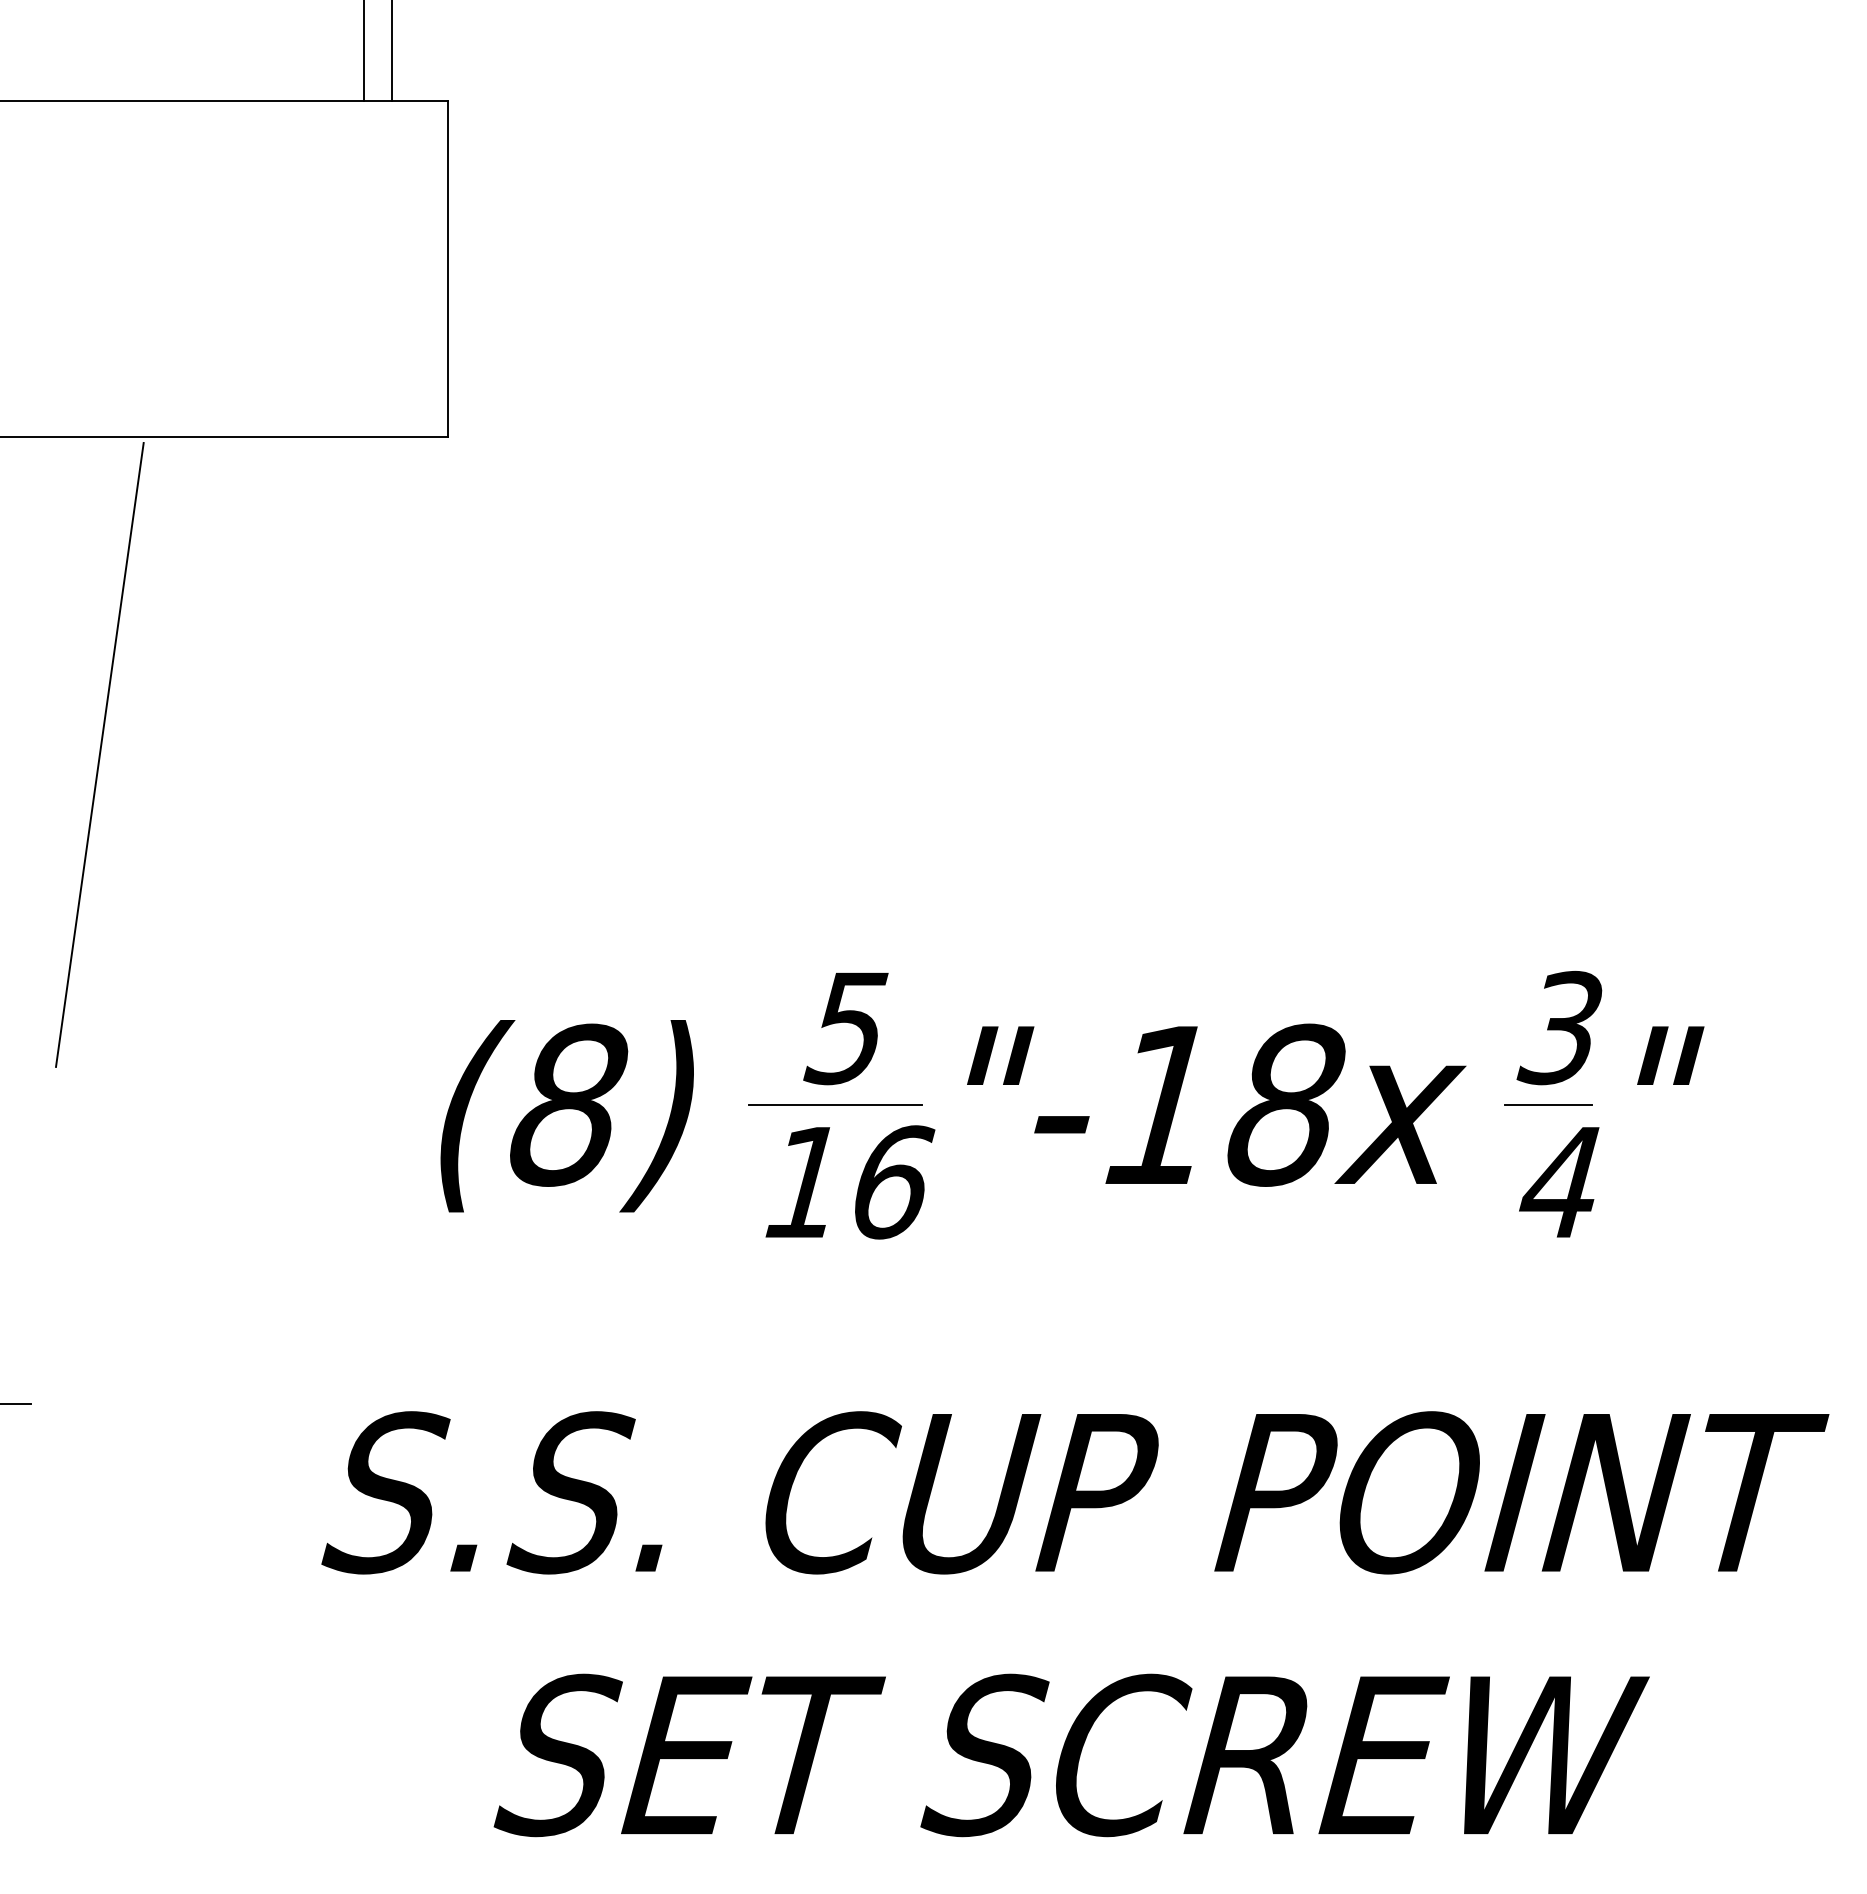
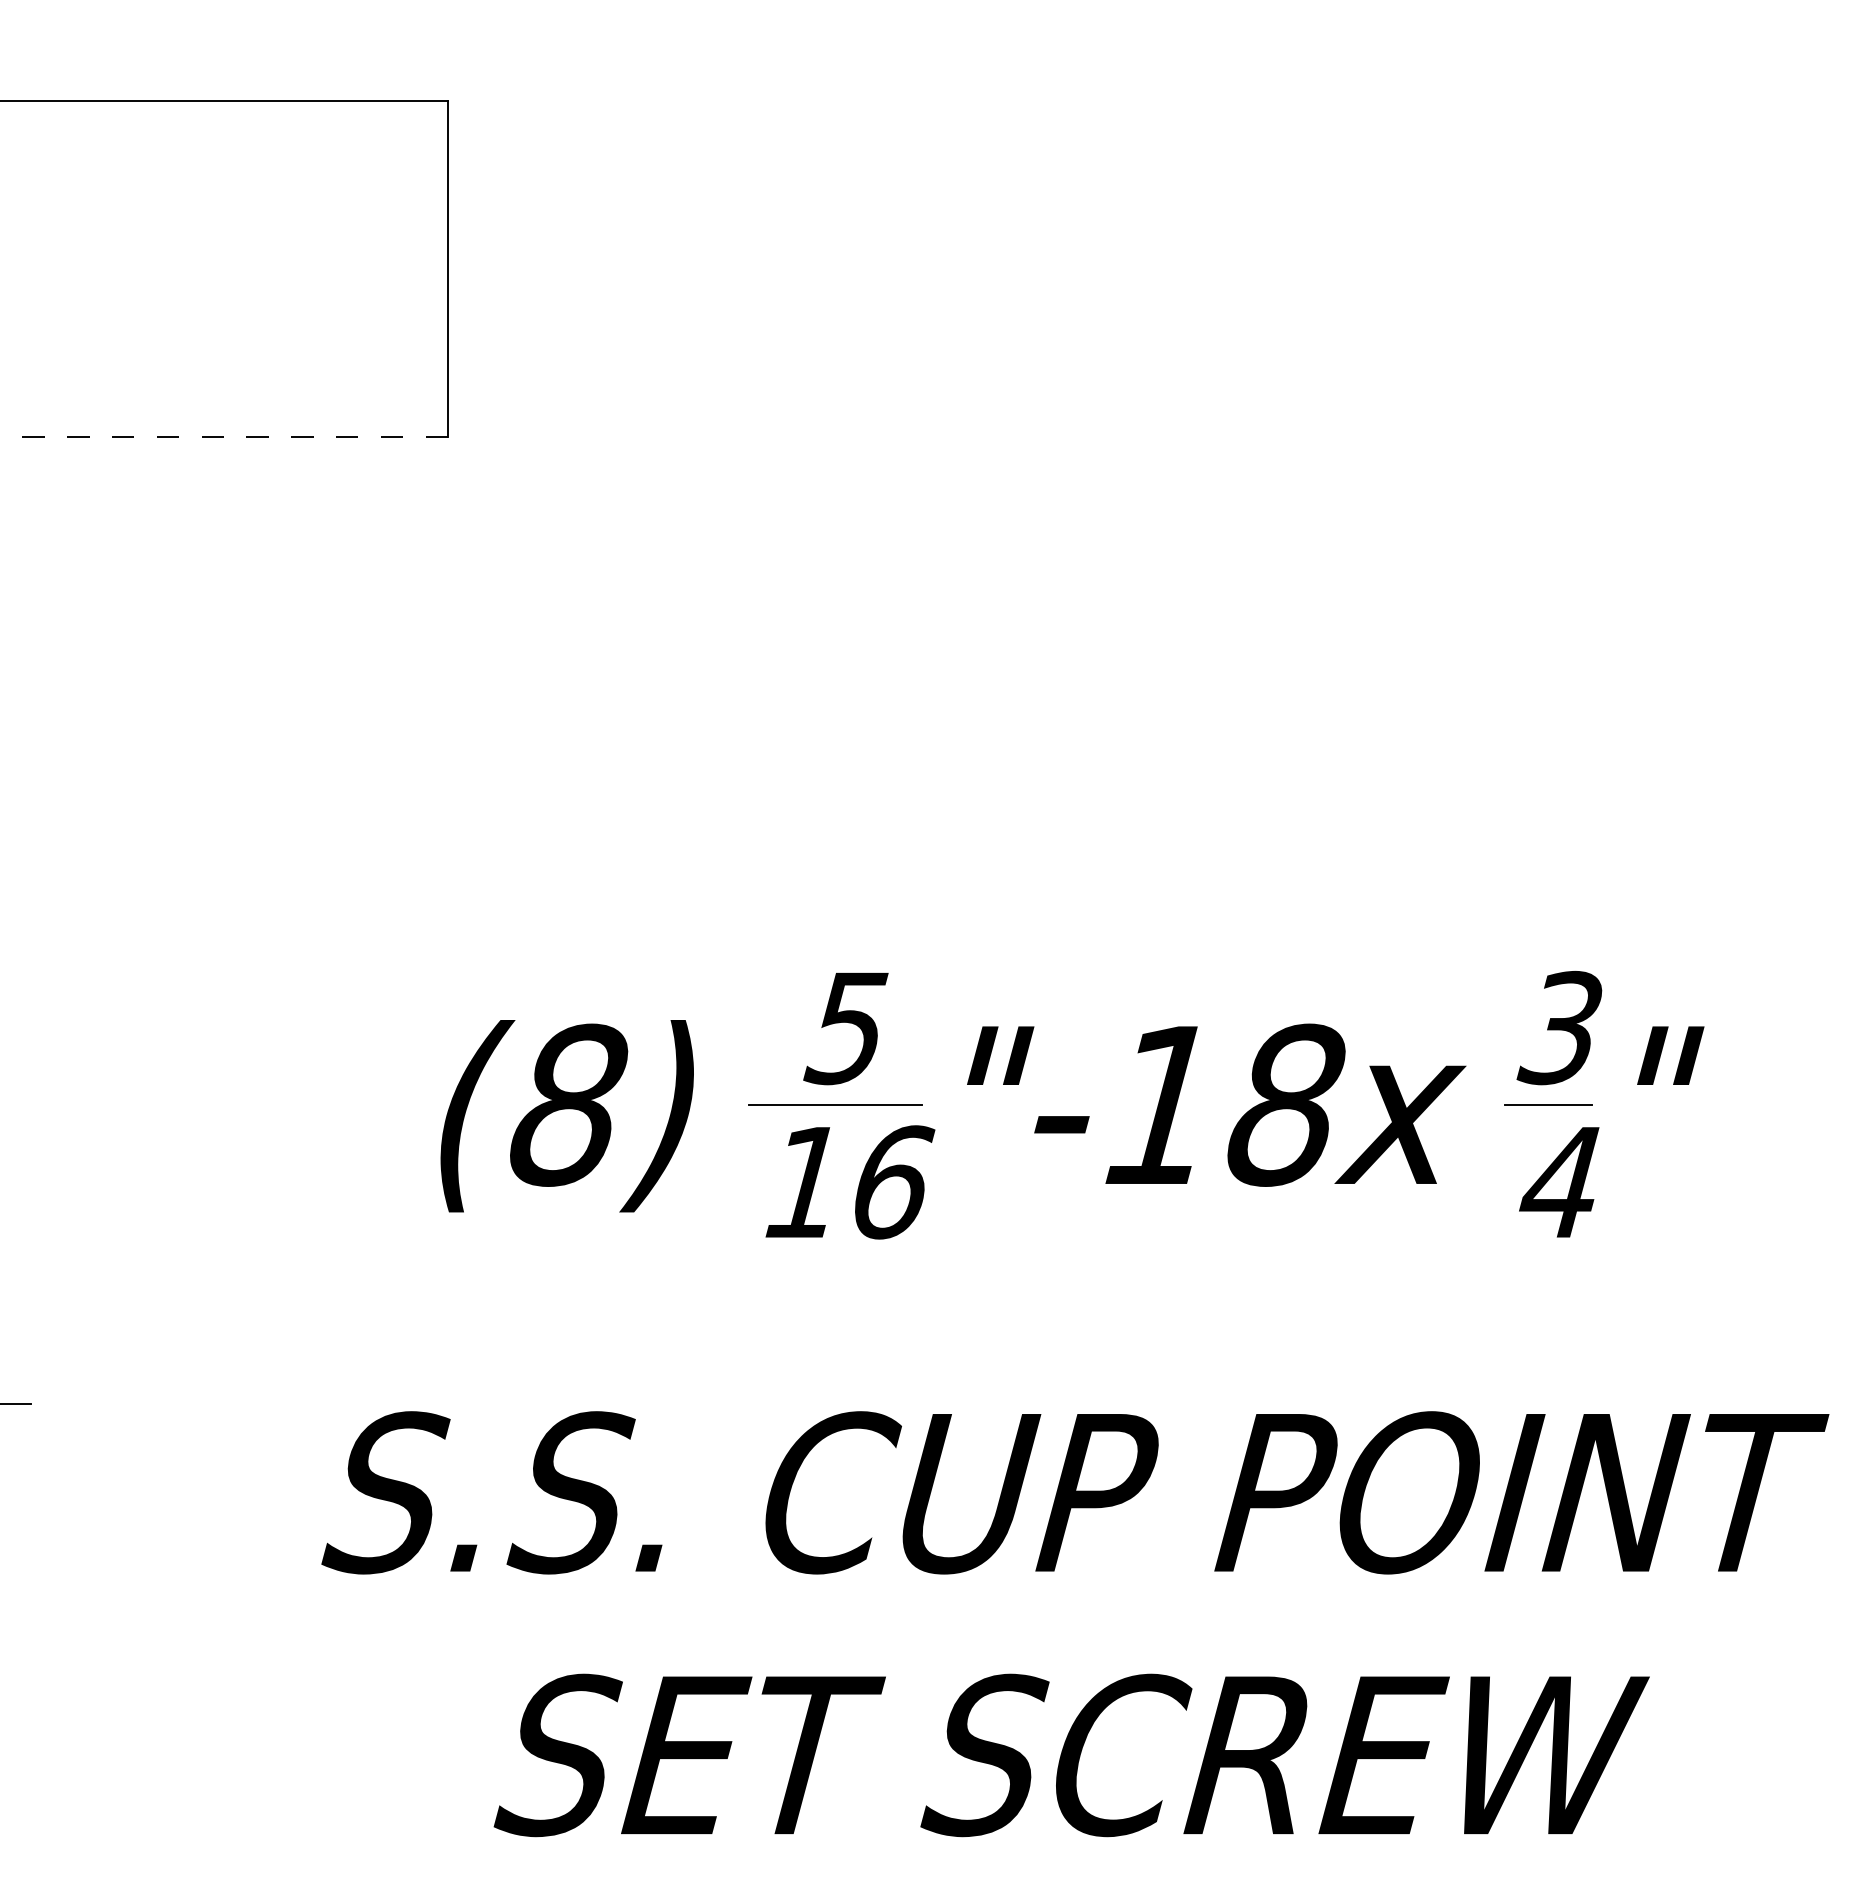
line at (364, 51): present -> none
line at (392, 51): present -> none
line at (224, 437): solid -> dashed
line at (99, 754): present -> none
